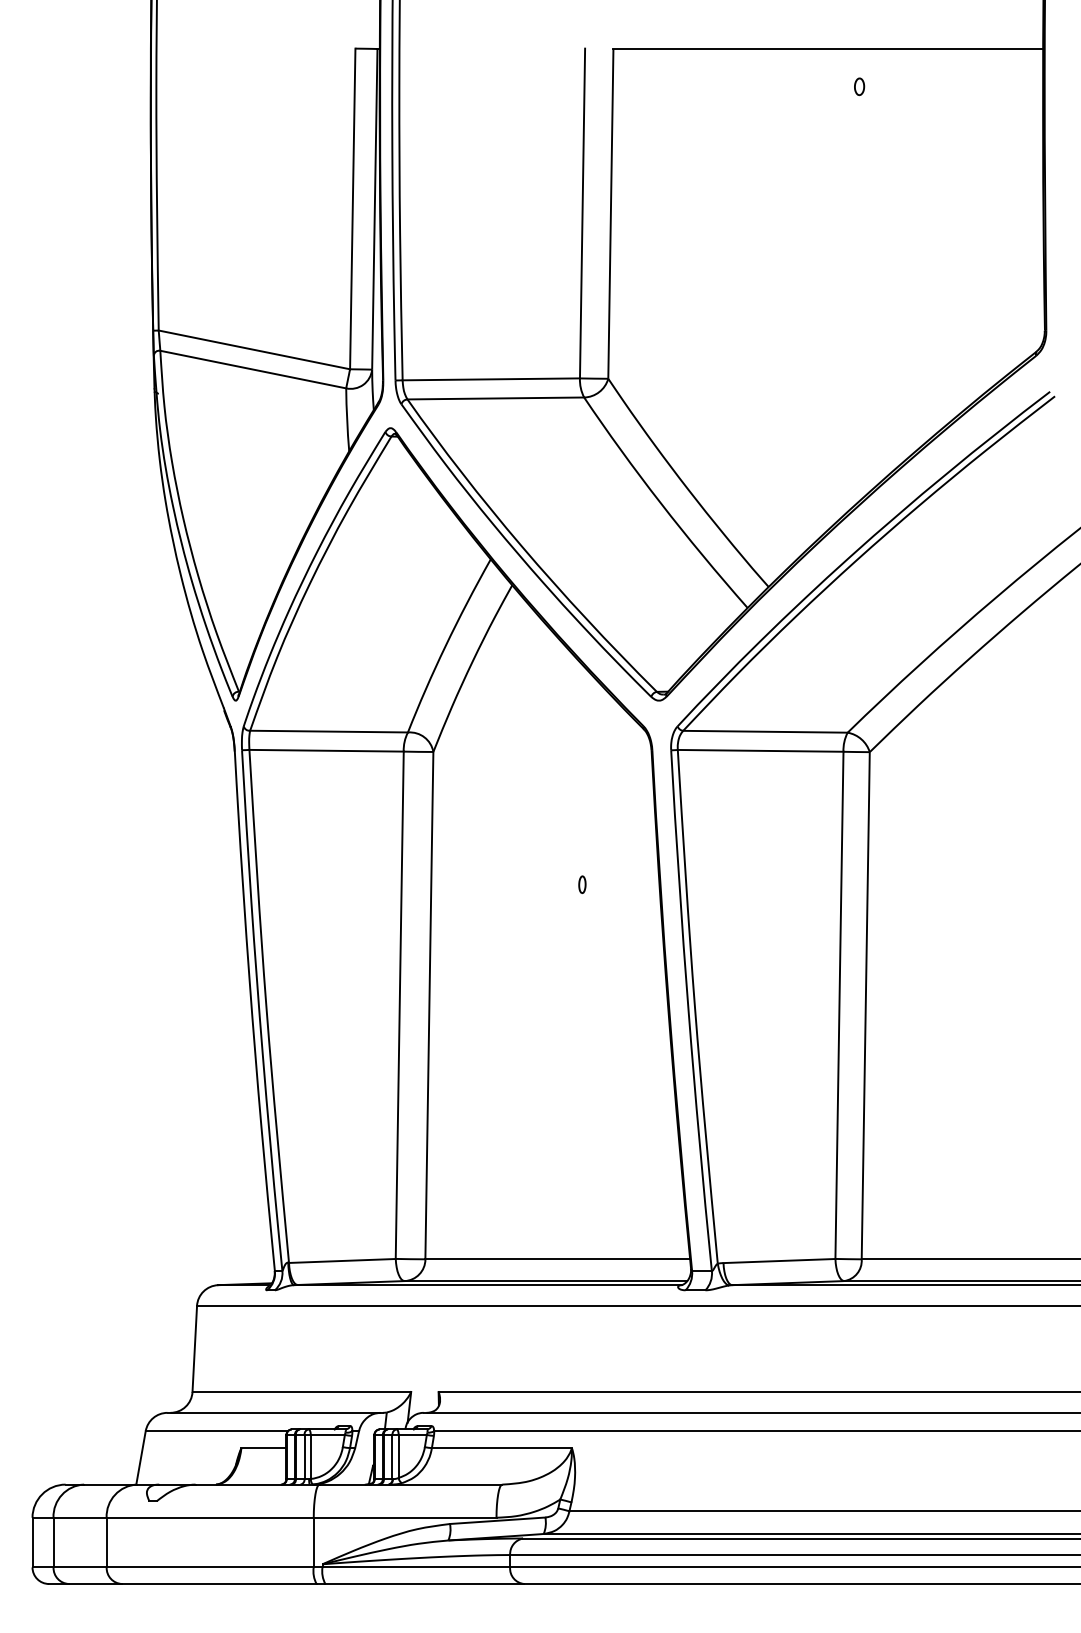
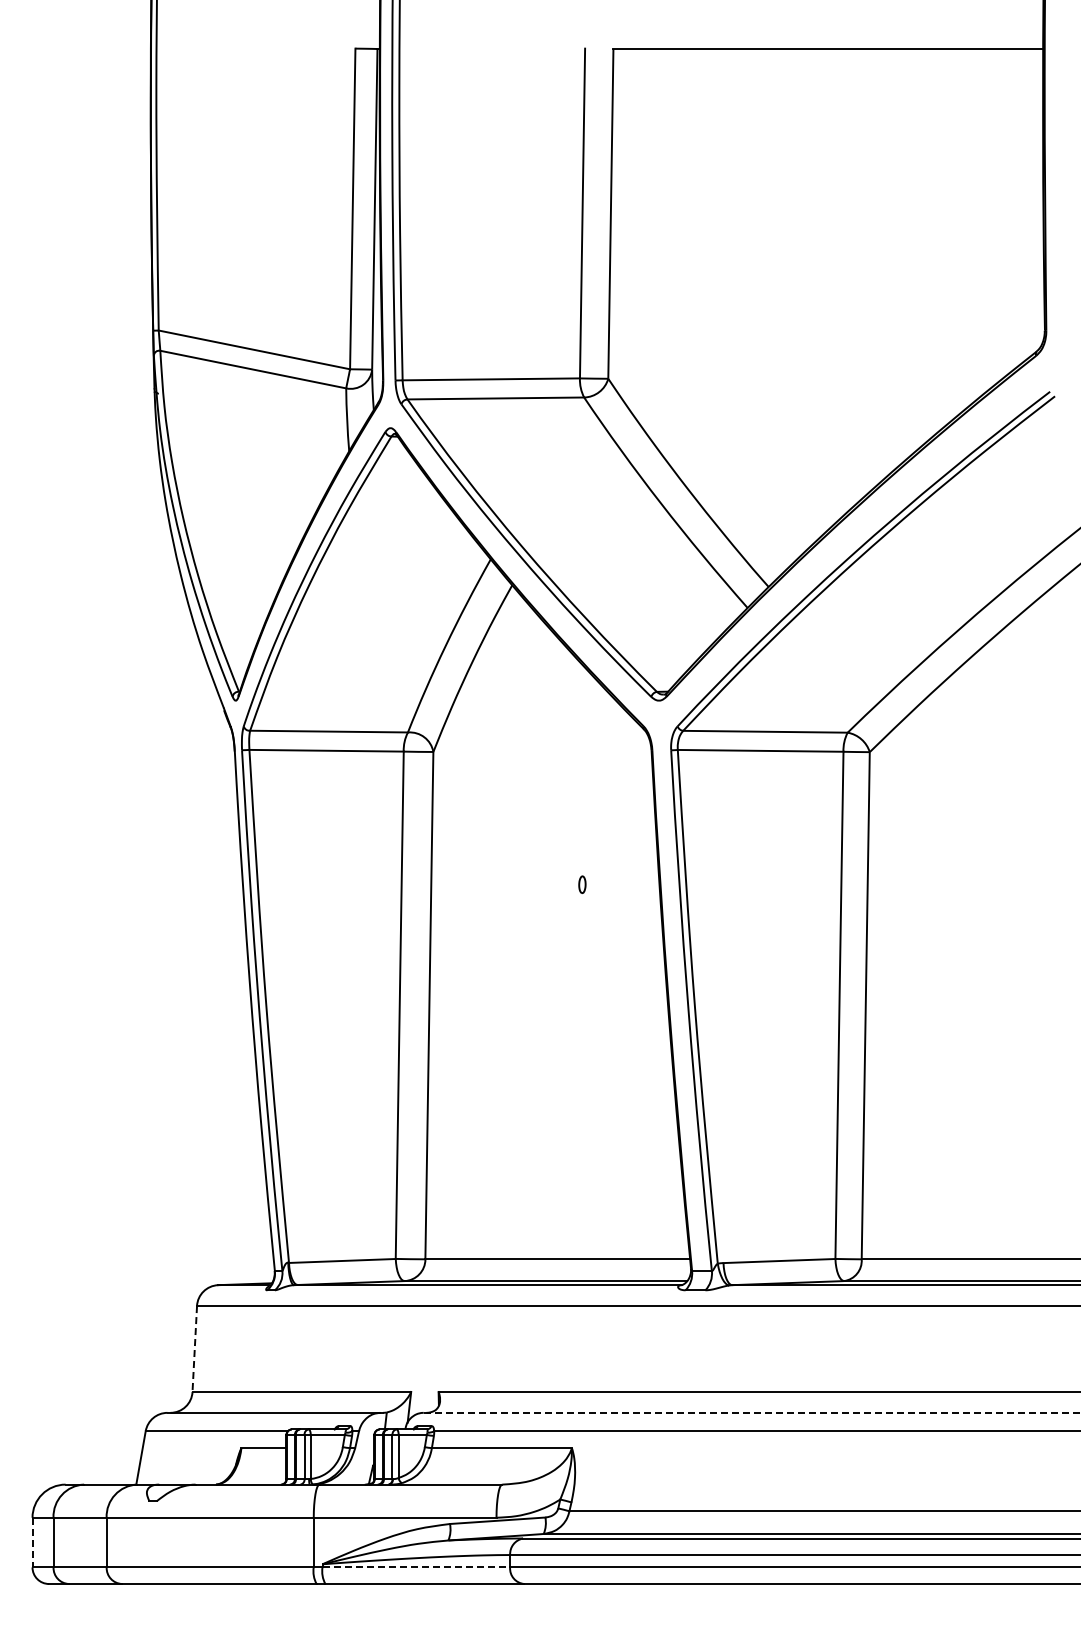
part at (859, 86): present -> none
line at (194, 1349): solid -> dashed
line at (752, 1412): solid -> dashed
line at (32, 1542): solid -> dashed
line at (416, 1567): solid -> dashed
